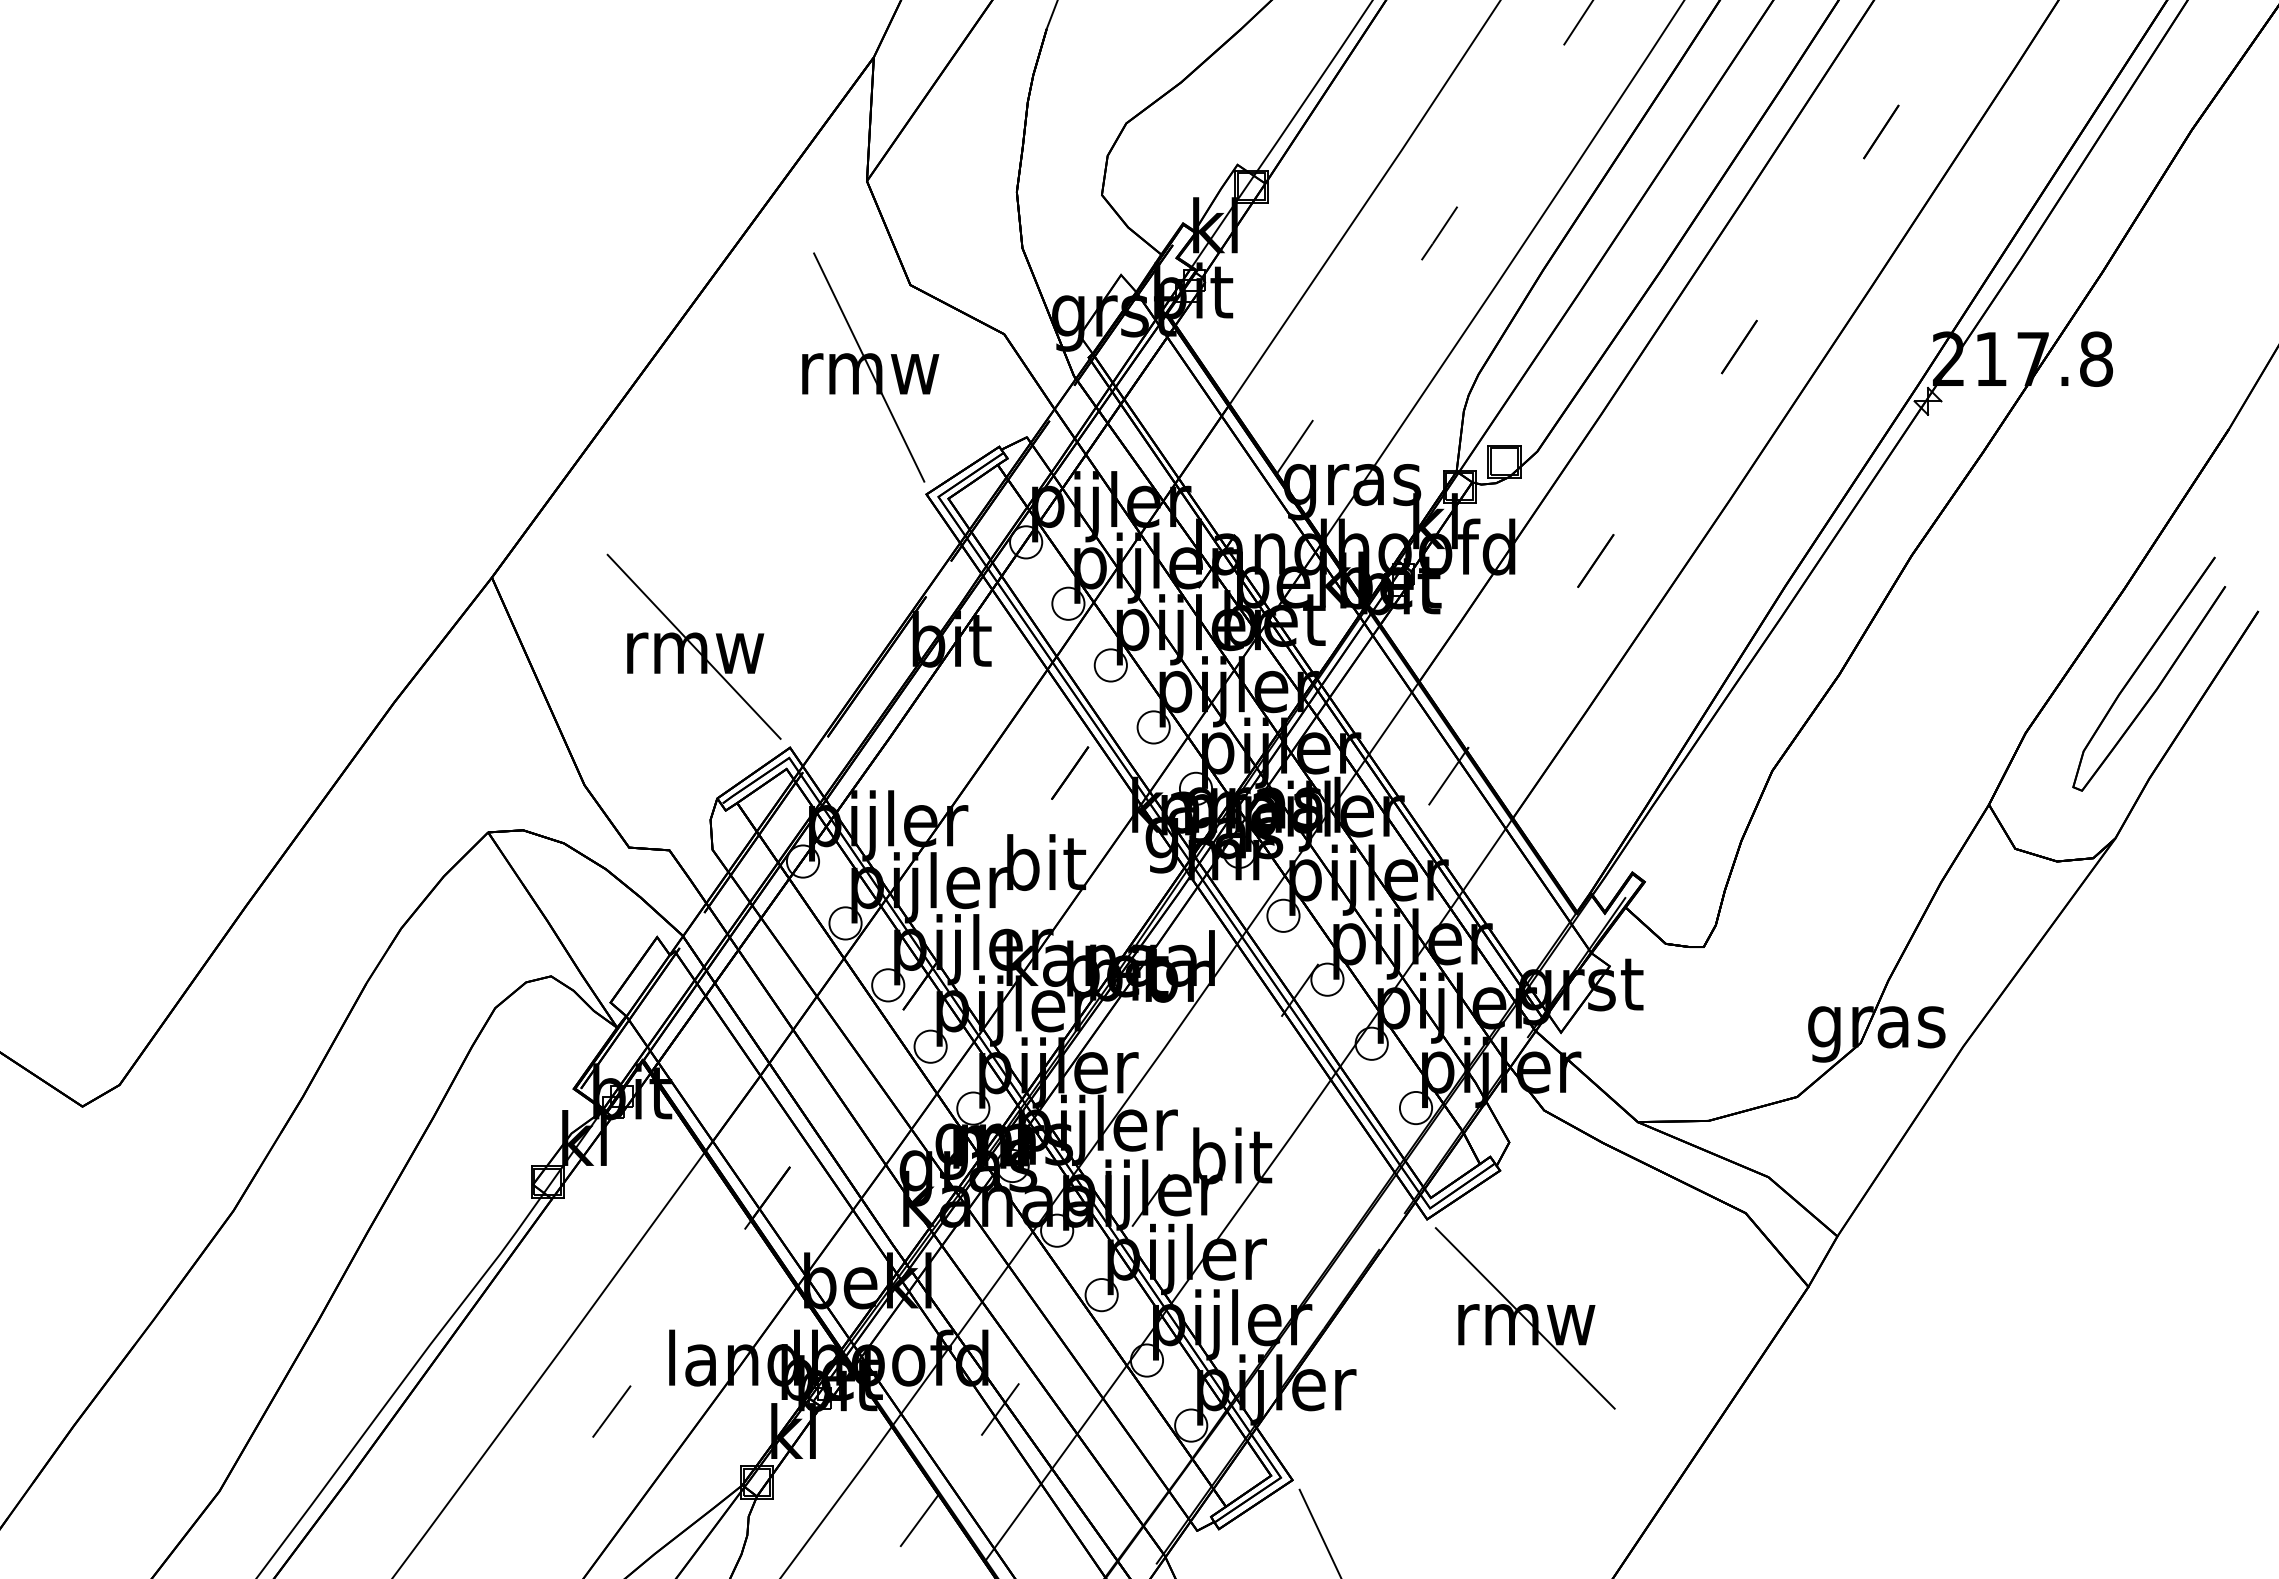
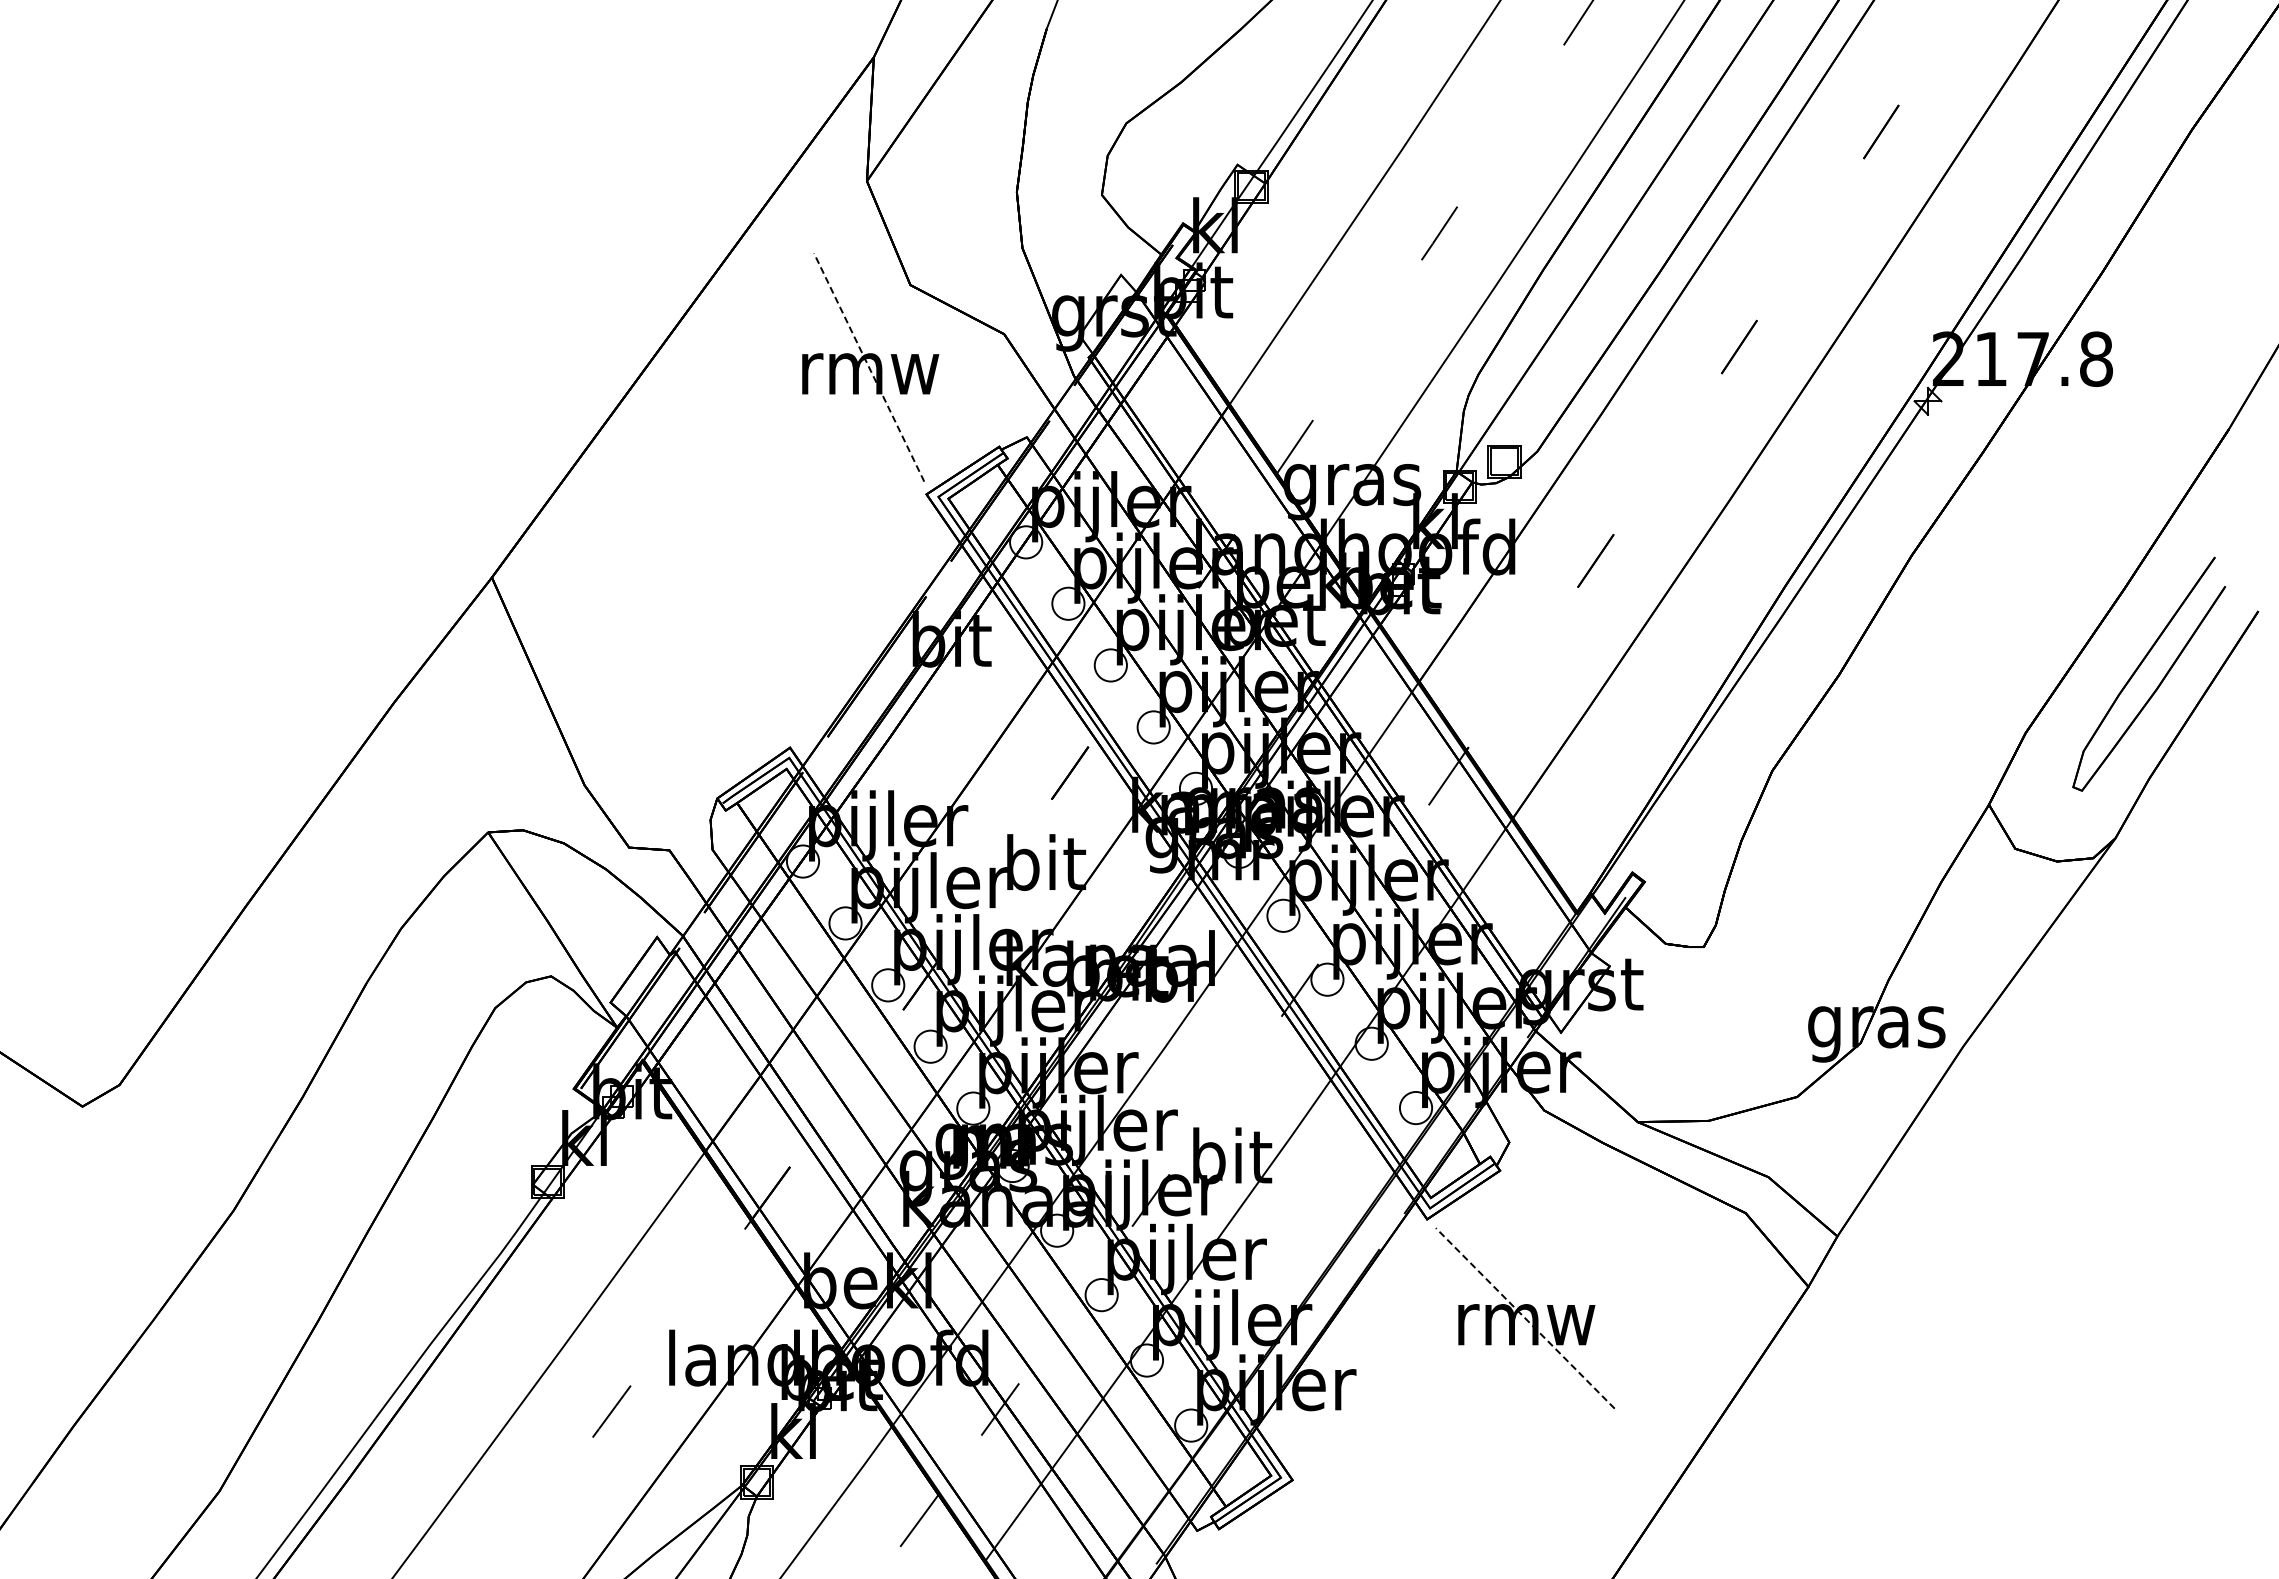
line at (869, 367): solid -> dashed
part at (693, 646): present -> none
line at (1524, 1318): solid -> dashed
line at (1319, 1532): present -> none
